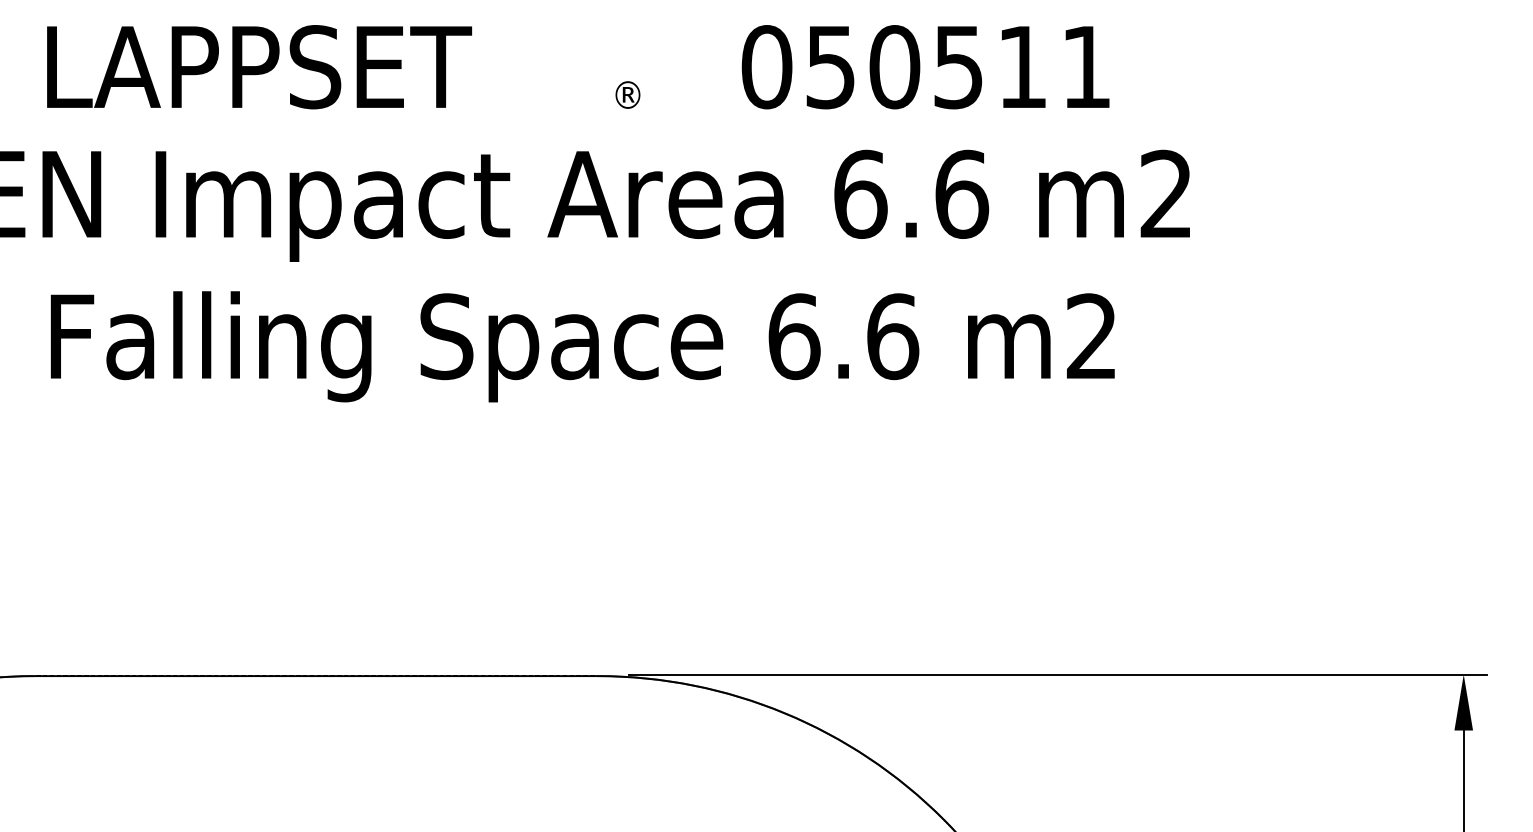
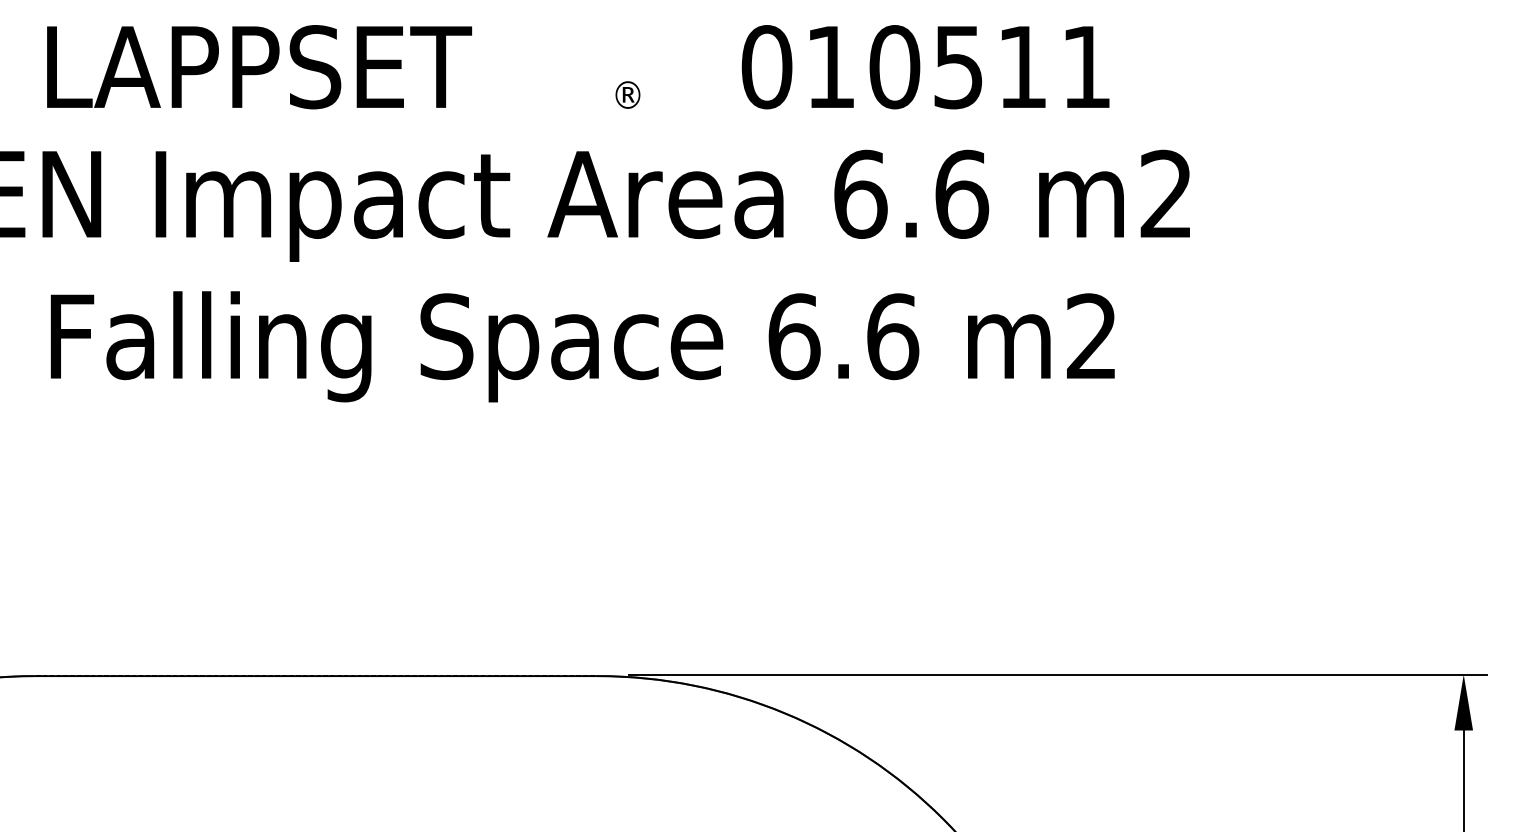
text at (830, 67): 050511 -> 010511
